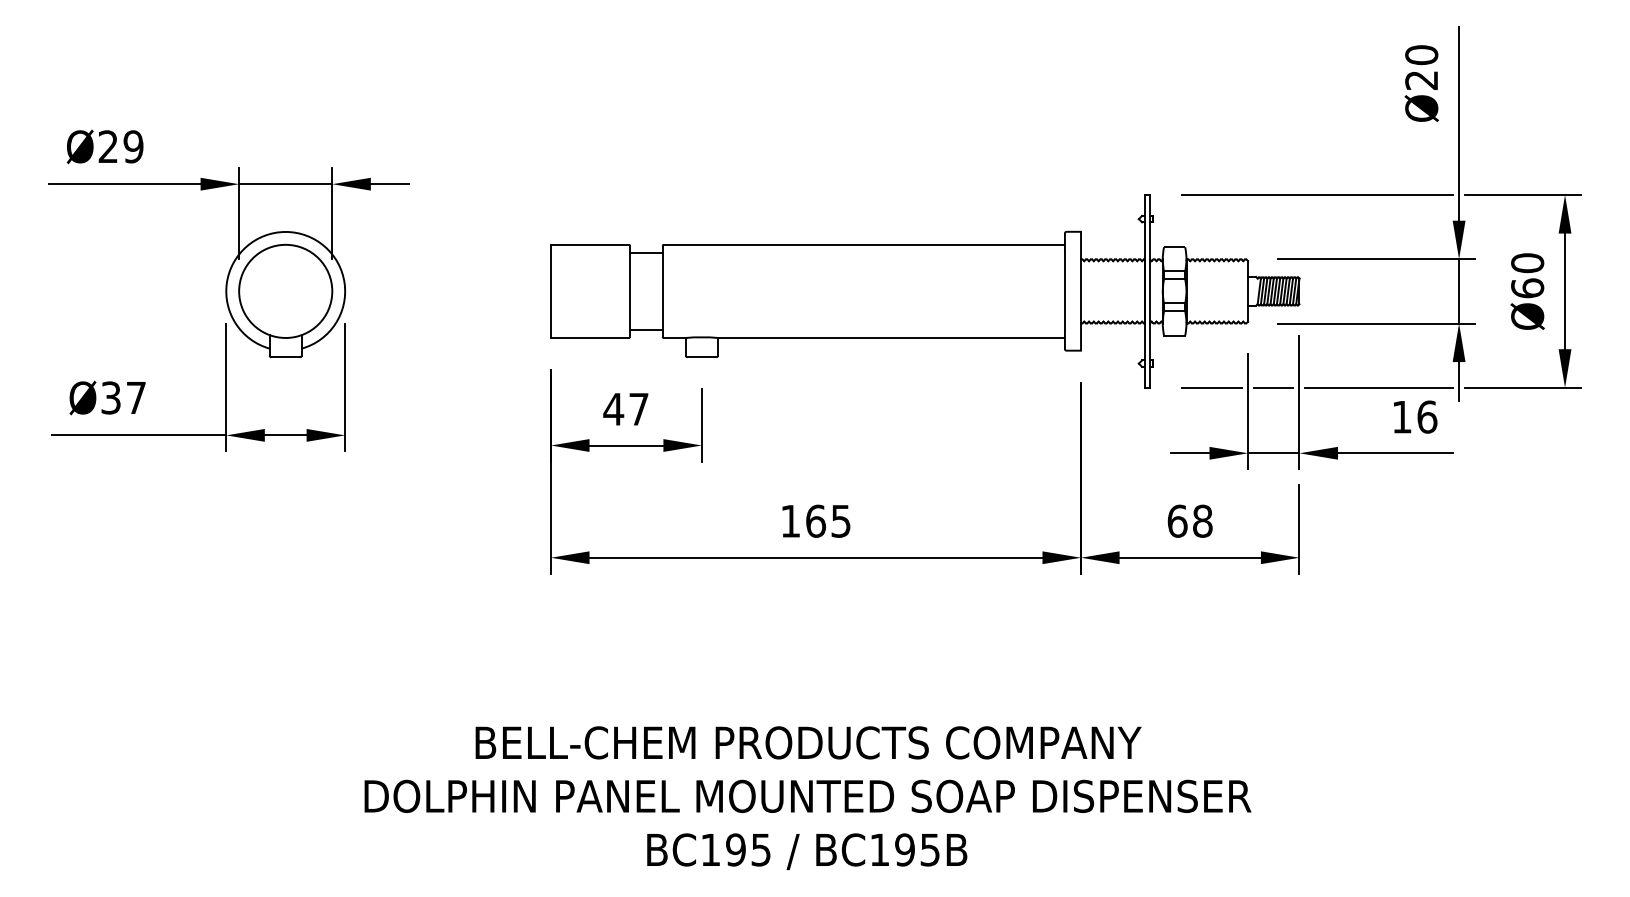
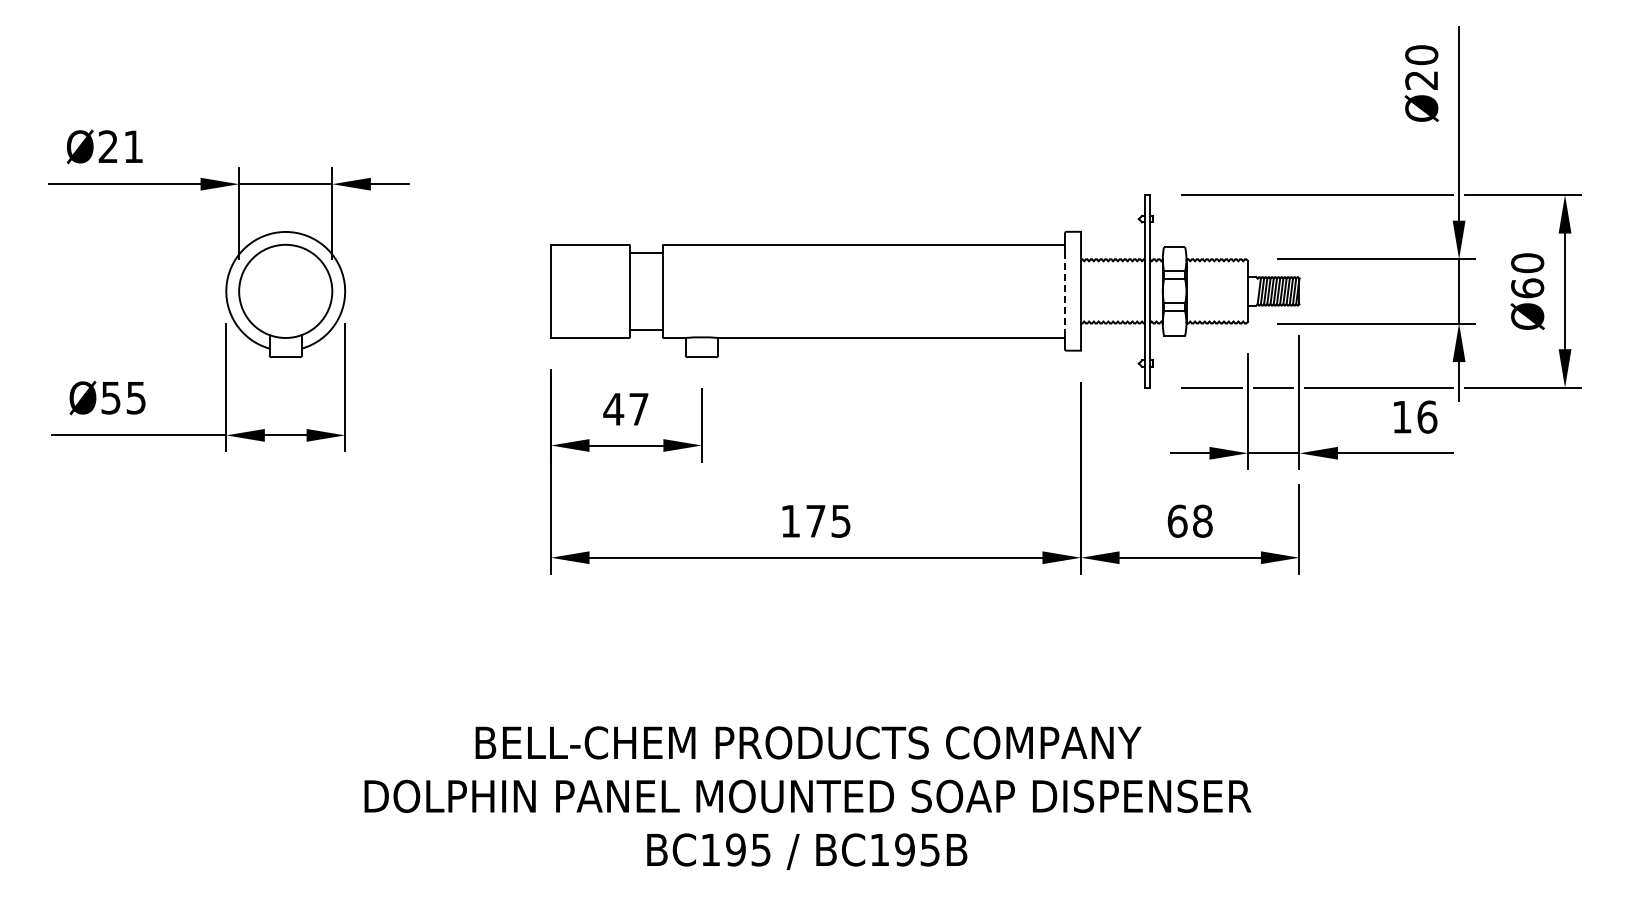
text at (133, 146): Ø29 -> Ø21
line at (1064, 291): solid -> dashed
text at (123, 397): Ø37 -> Ø55
text at (816, 520): 165 -> 175
